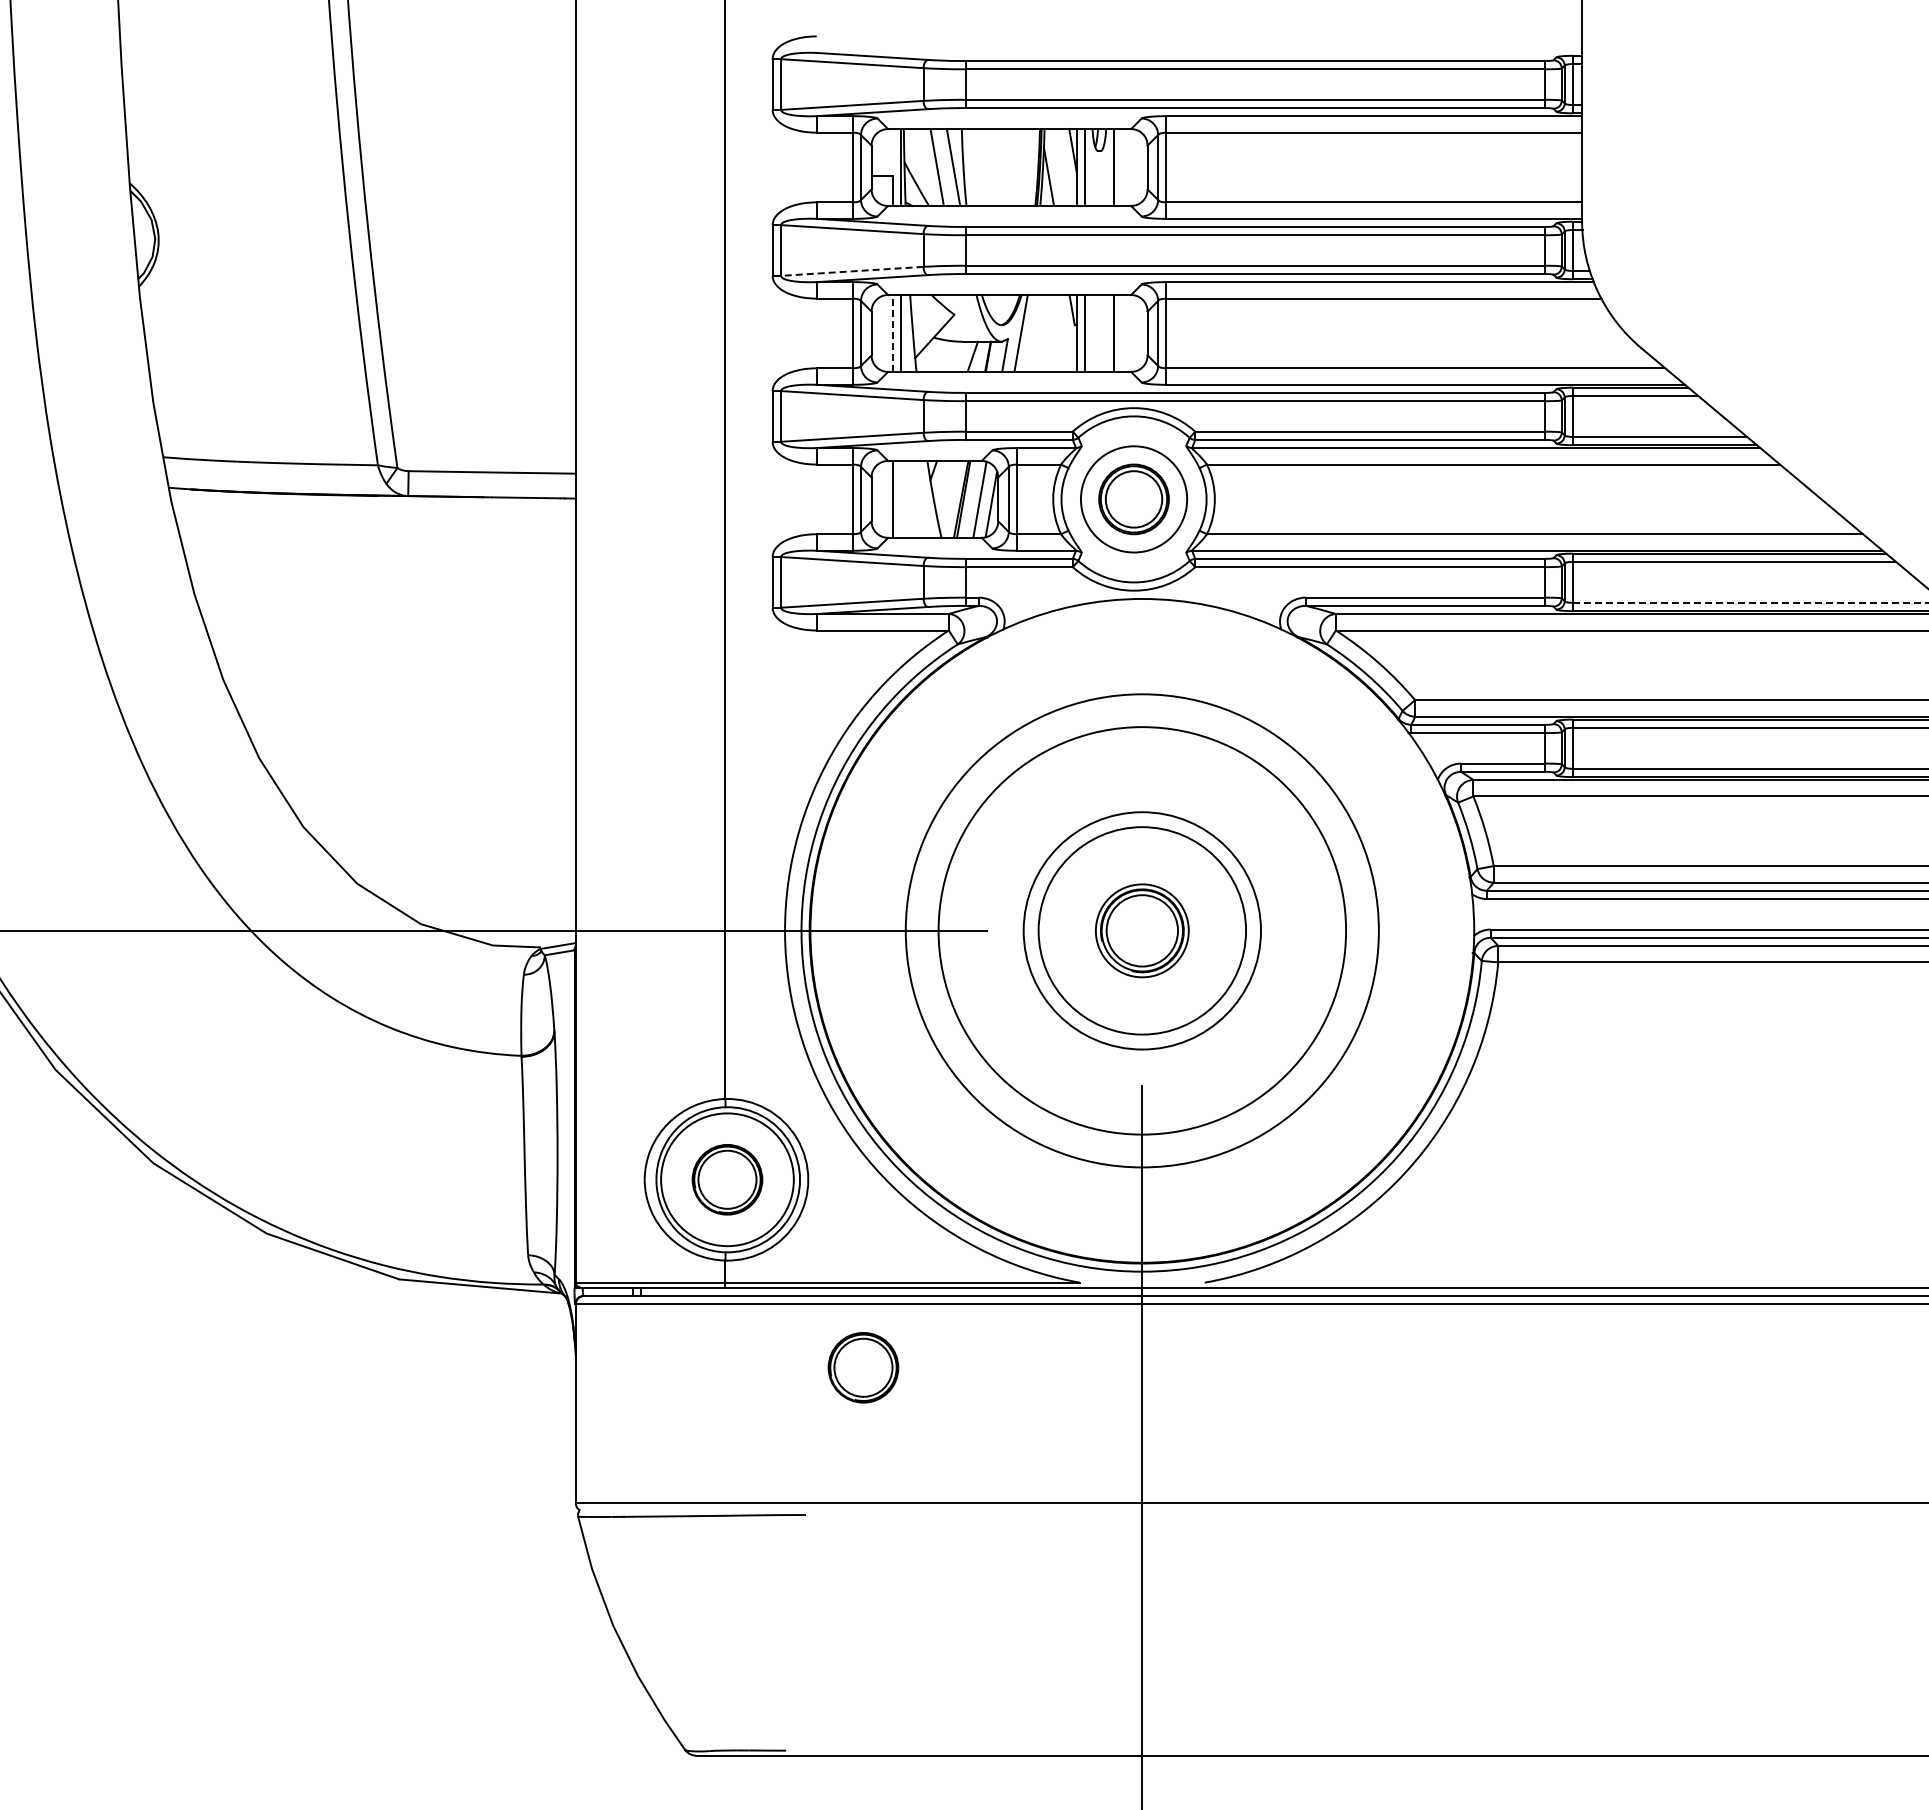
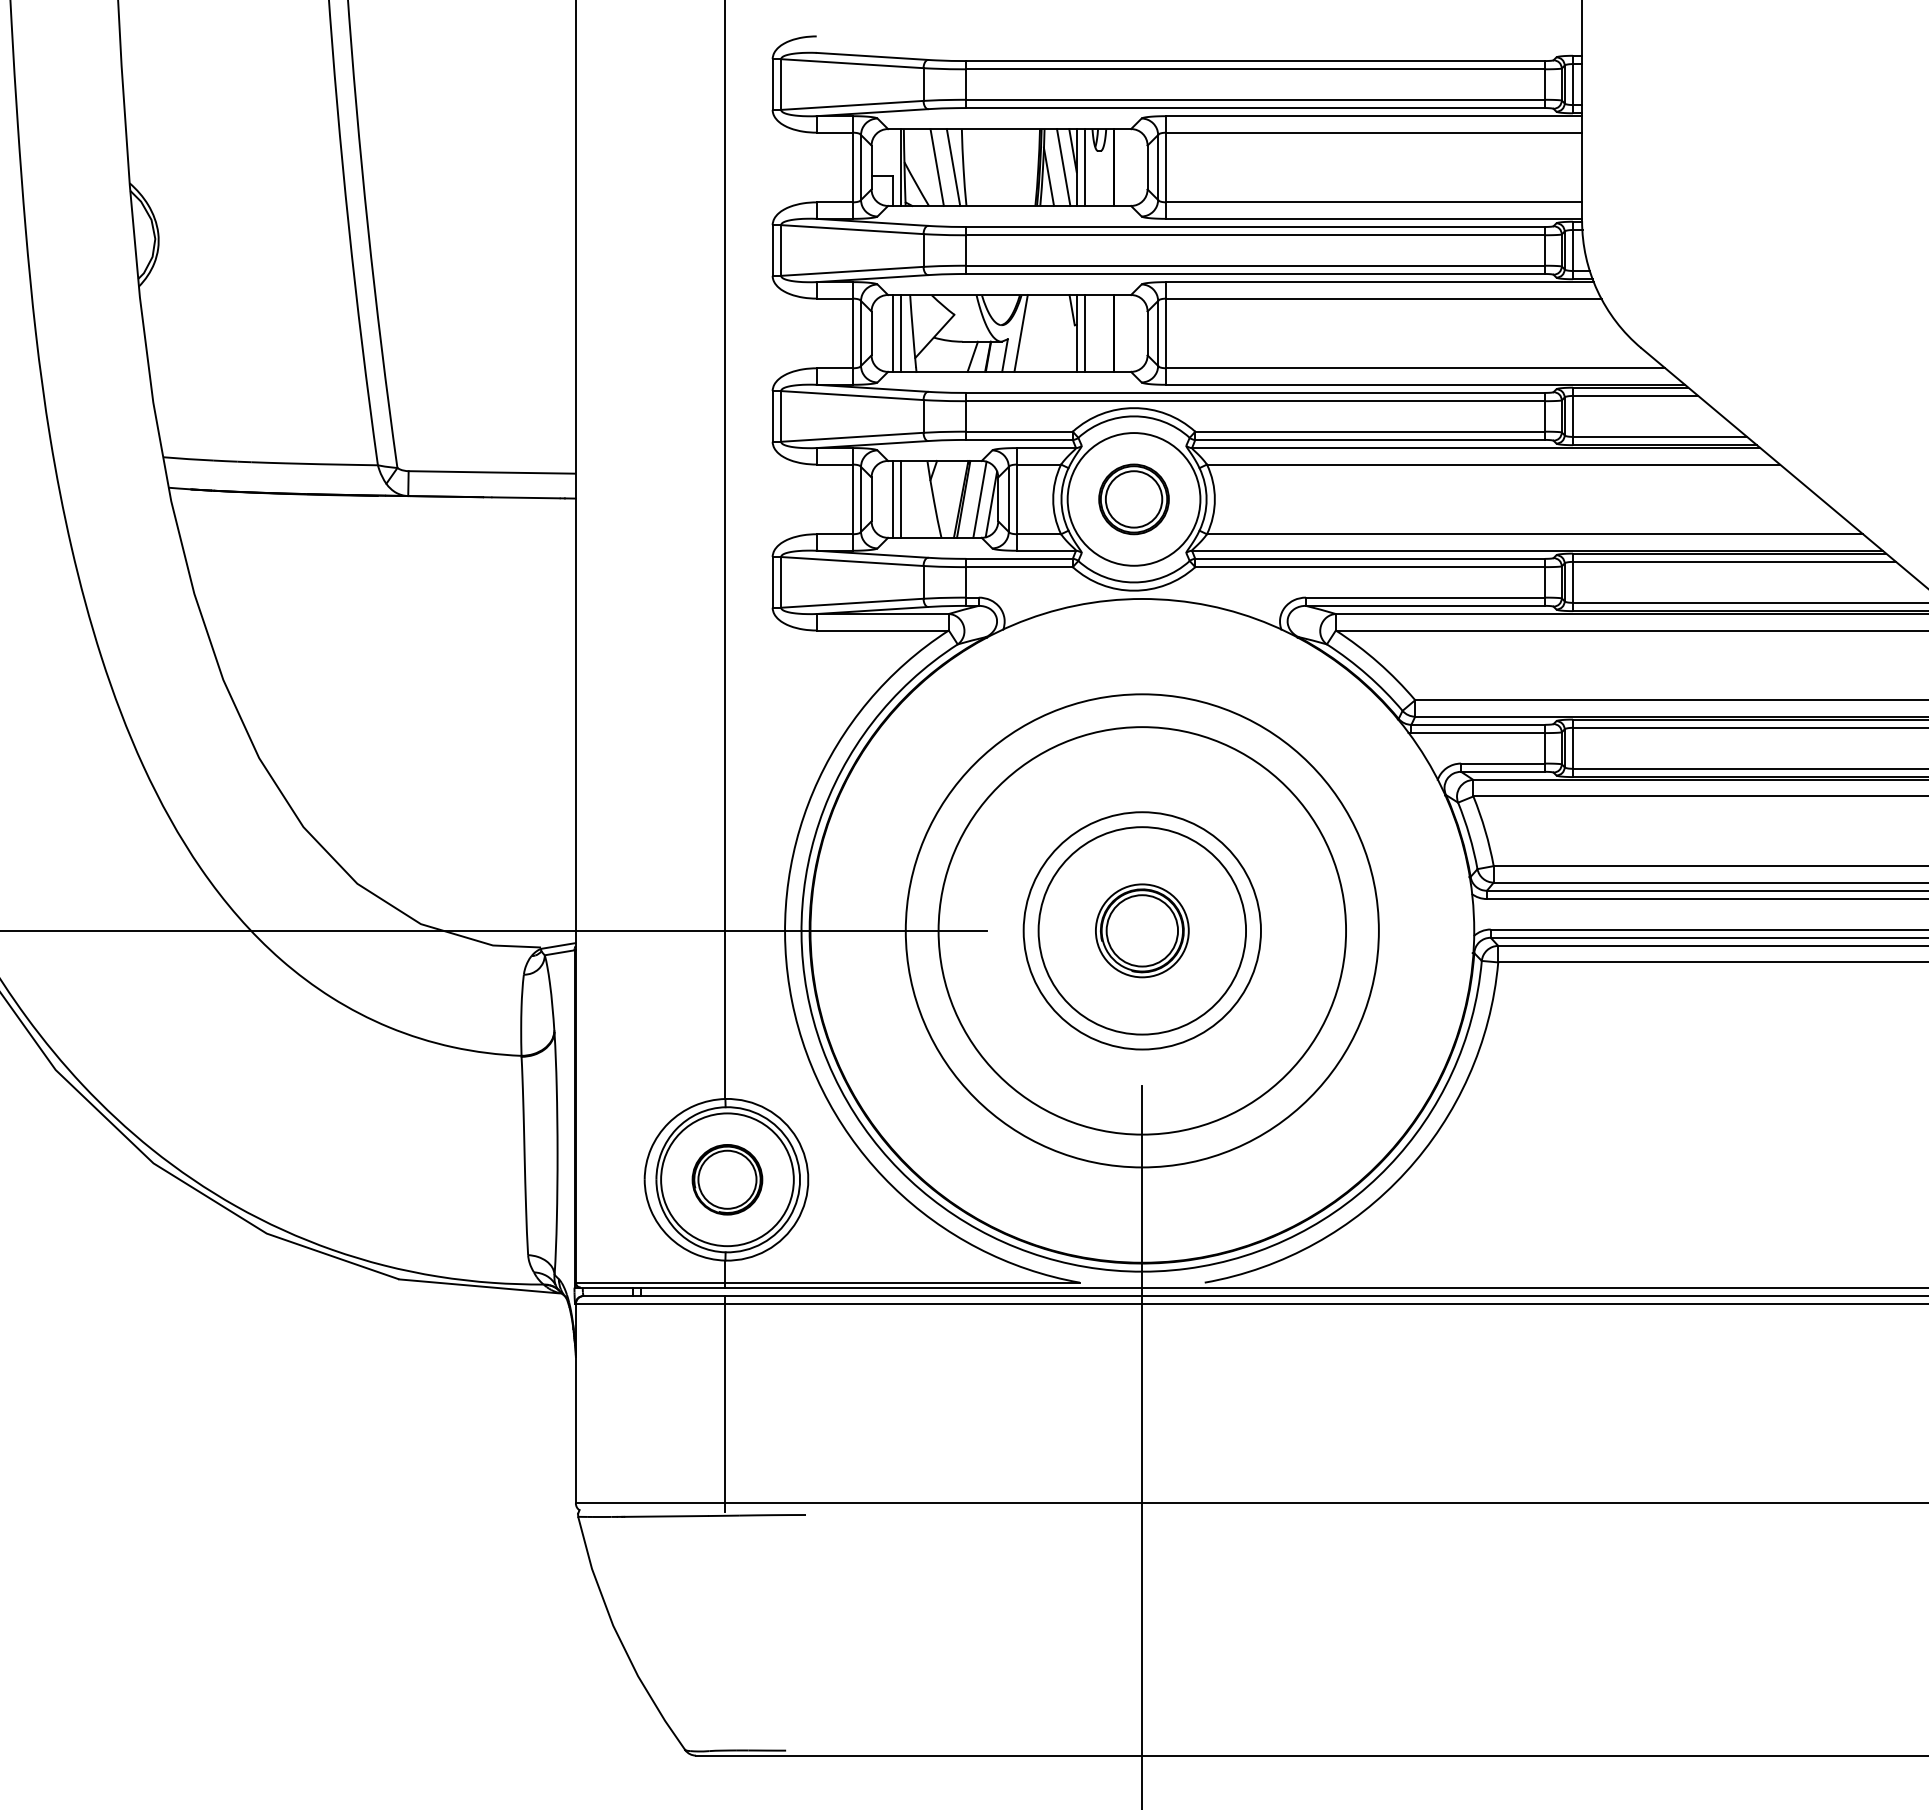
line at (1063, 167): none -> present
line at (851, 271): dashed -> solid
line at (892, 332): dashed -> solid
line at (900, 498): none -> present
circle at (1133, 499) diameter: 106 px -> 133 px
line at (1750, 602): dashed -> solid
part at (863, 1367): present -> none
line at (725, 1403): none -> present
